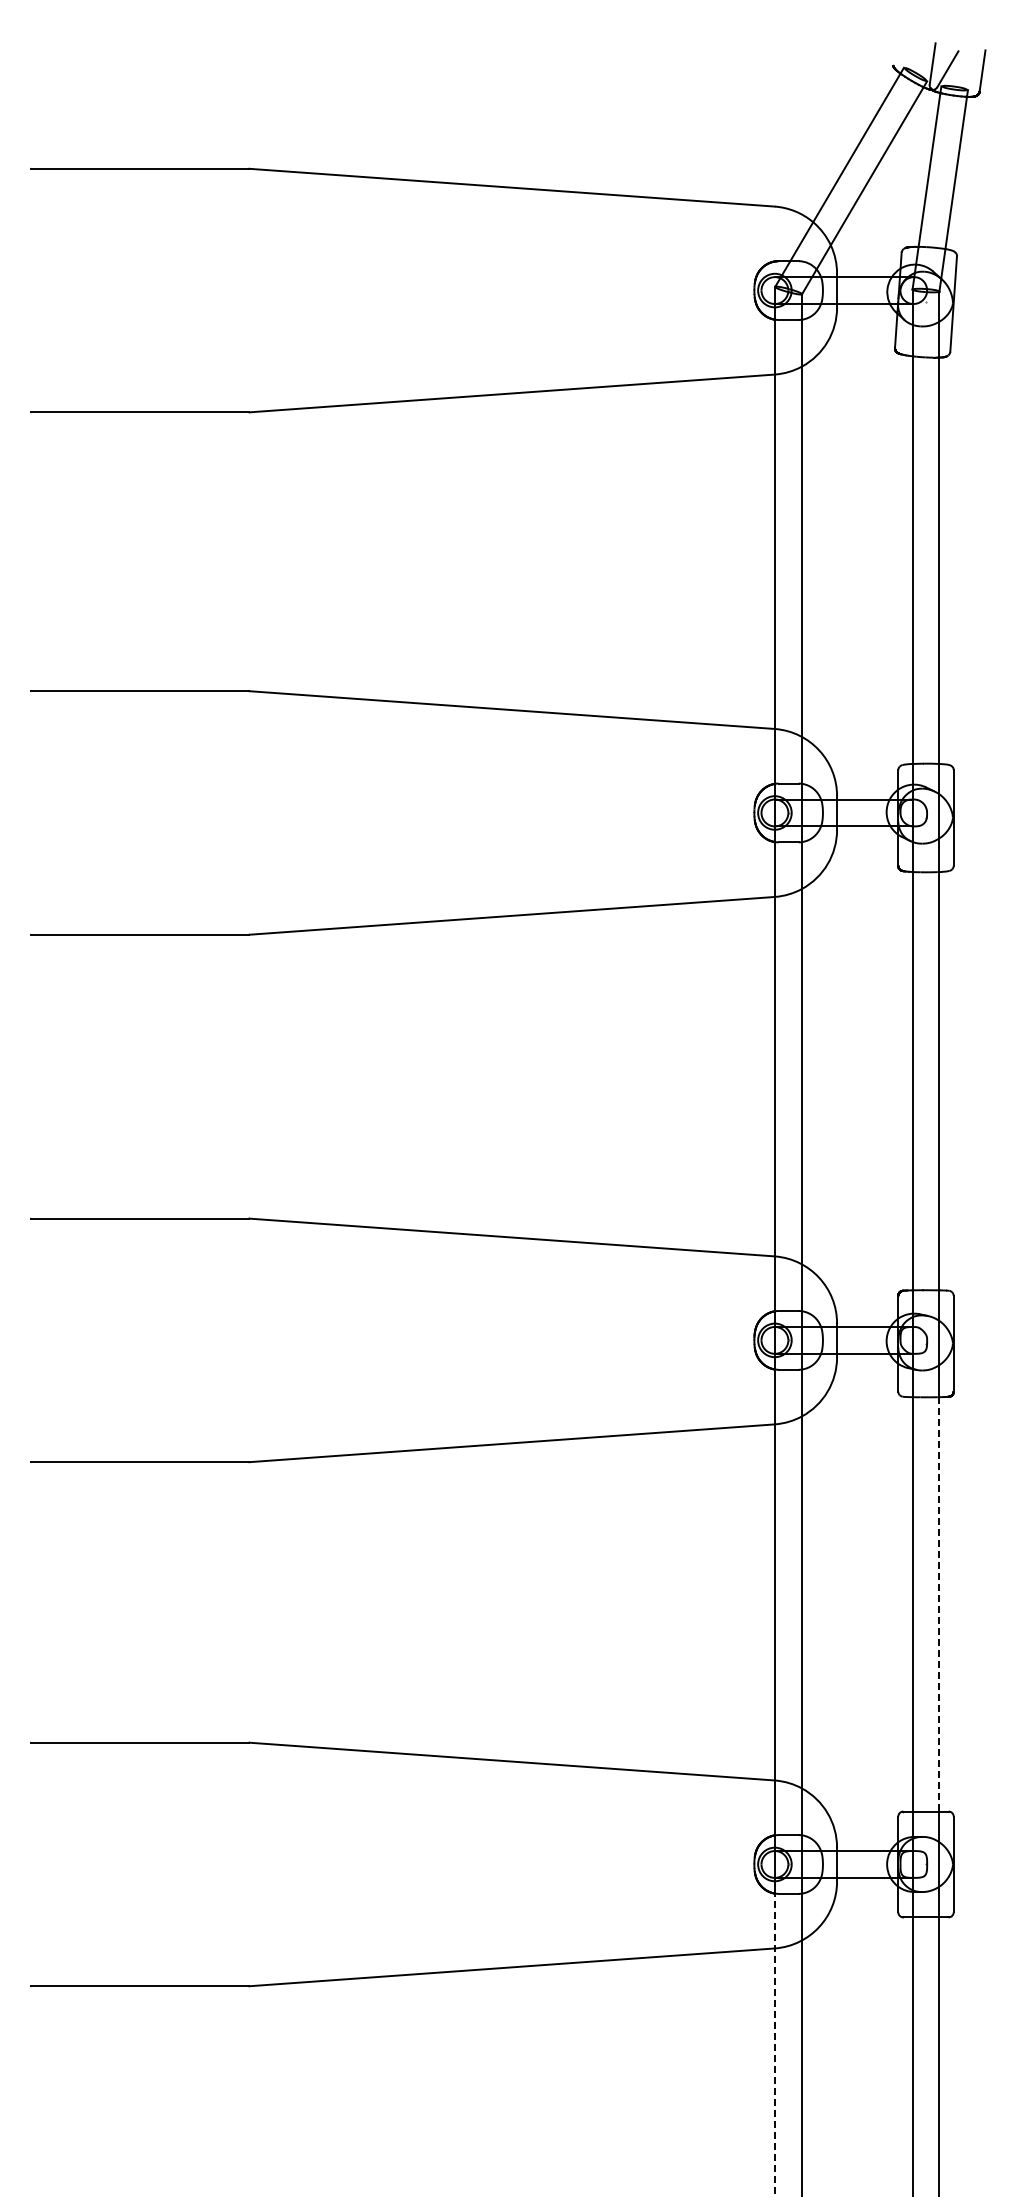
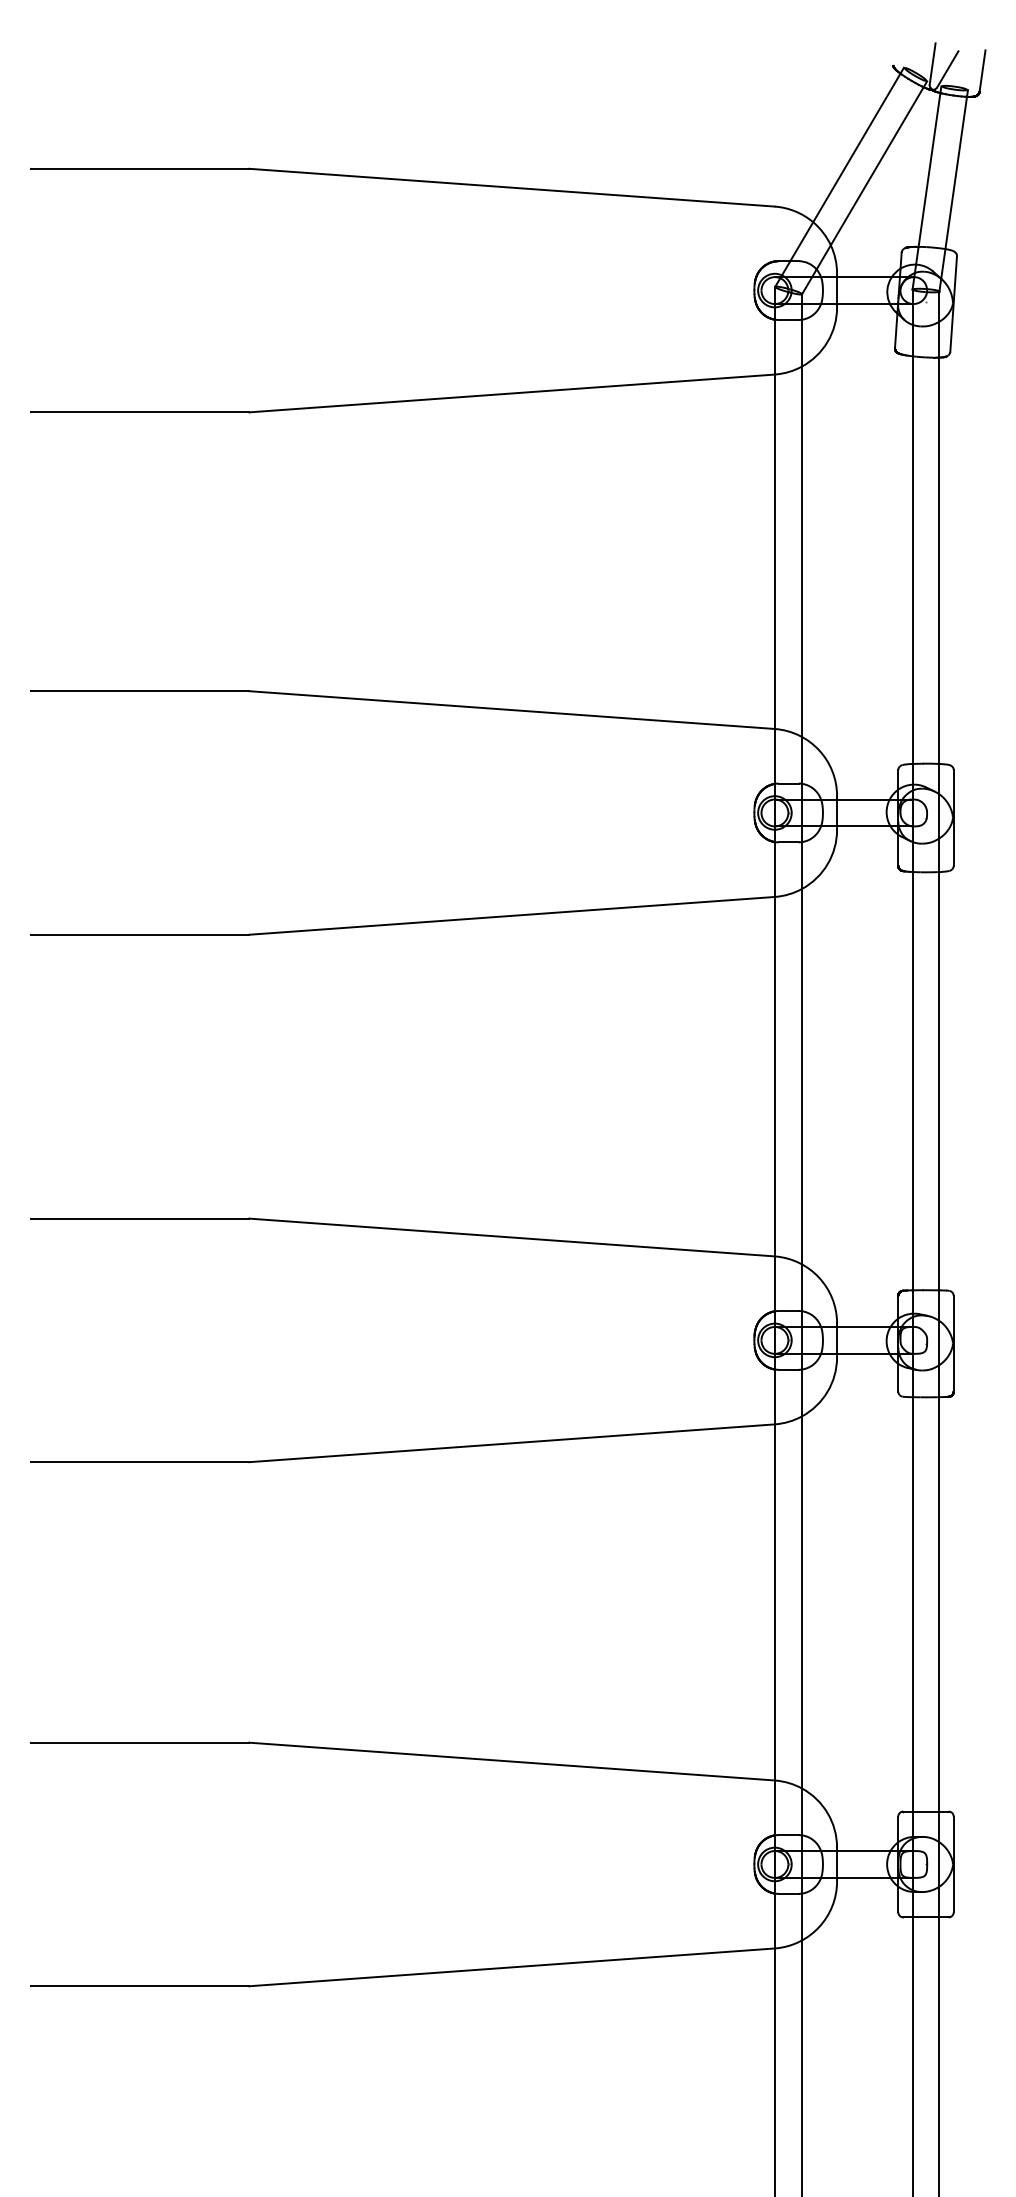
line at (939, 1604): dashed -> solid
line at (775, 2044): dashed -> solid
